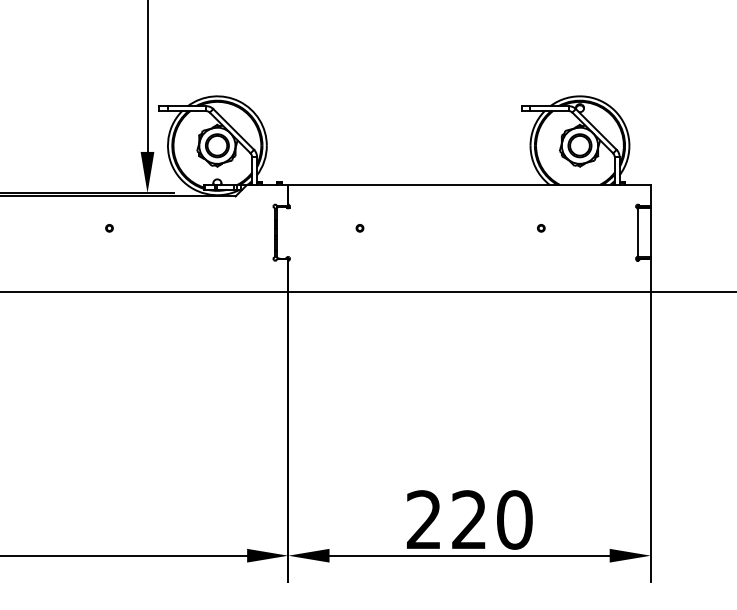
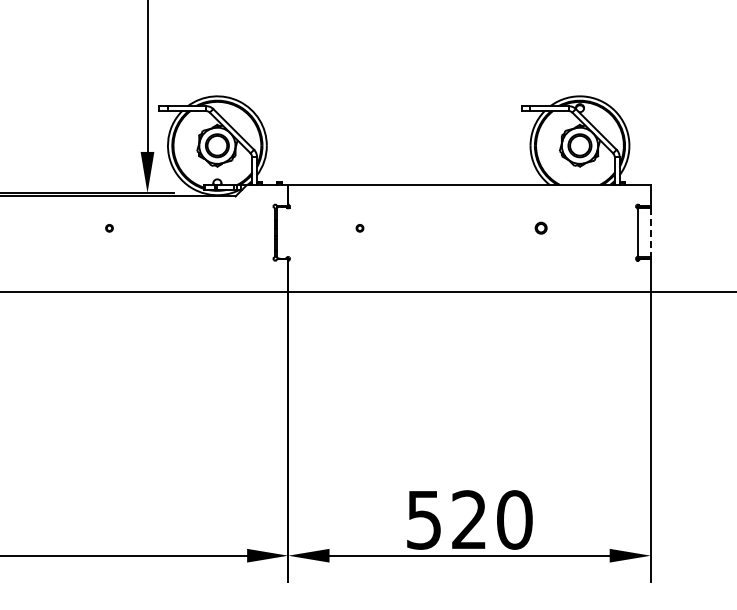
part at (541, 228) size: 9x9 px -> 14x14 px
line at (650, 233): solid -> dashed
text at (423, 519): 220 -> 520
